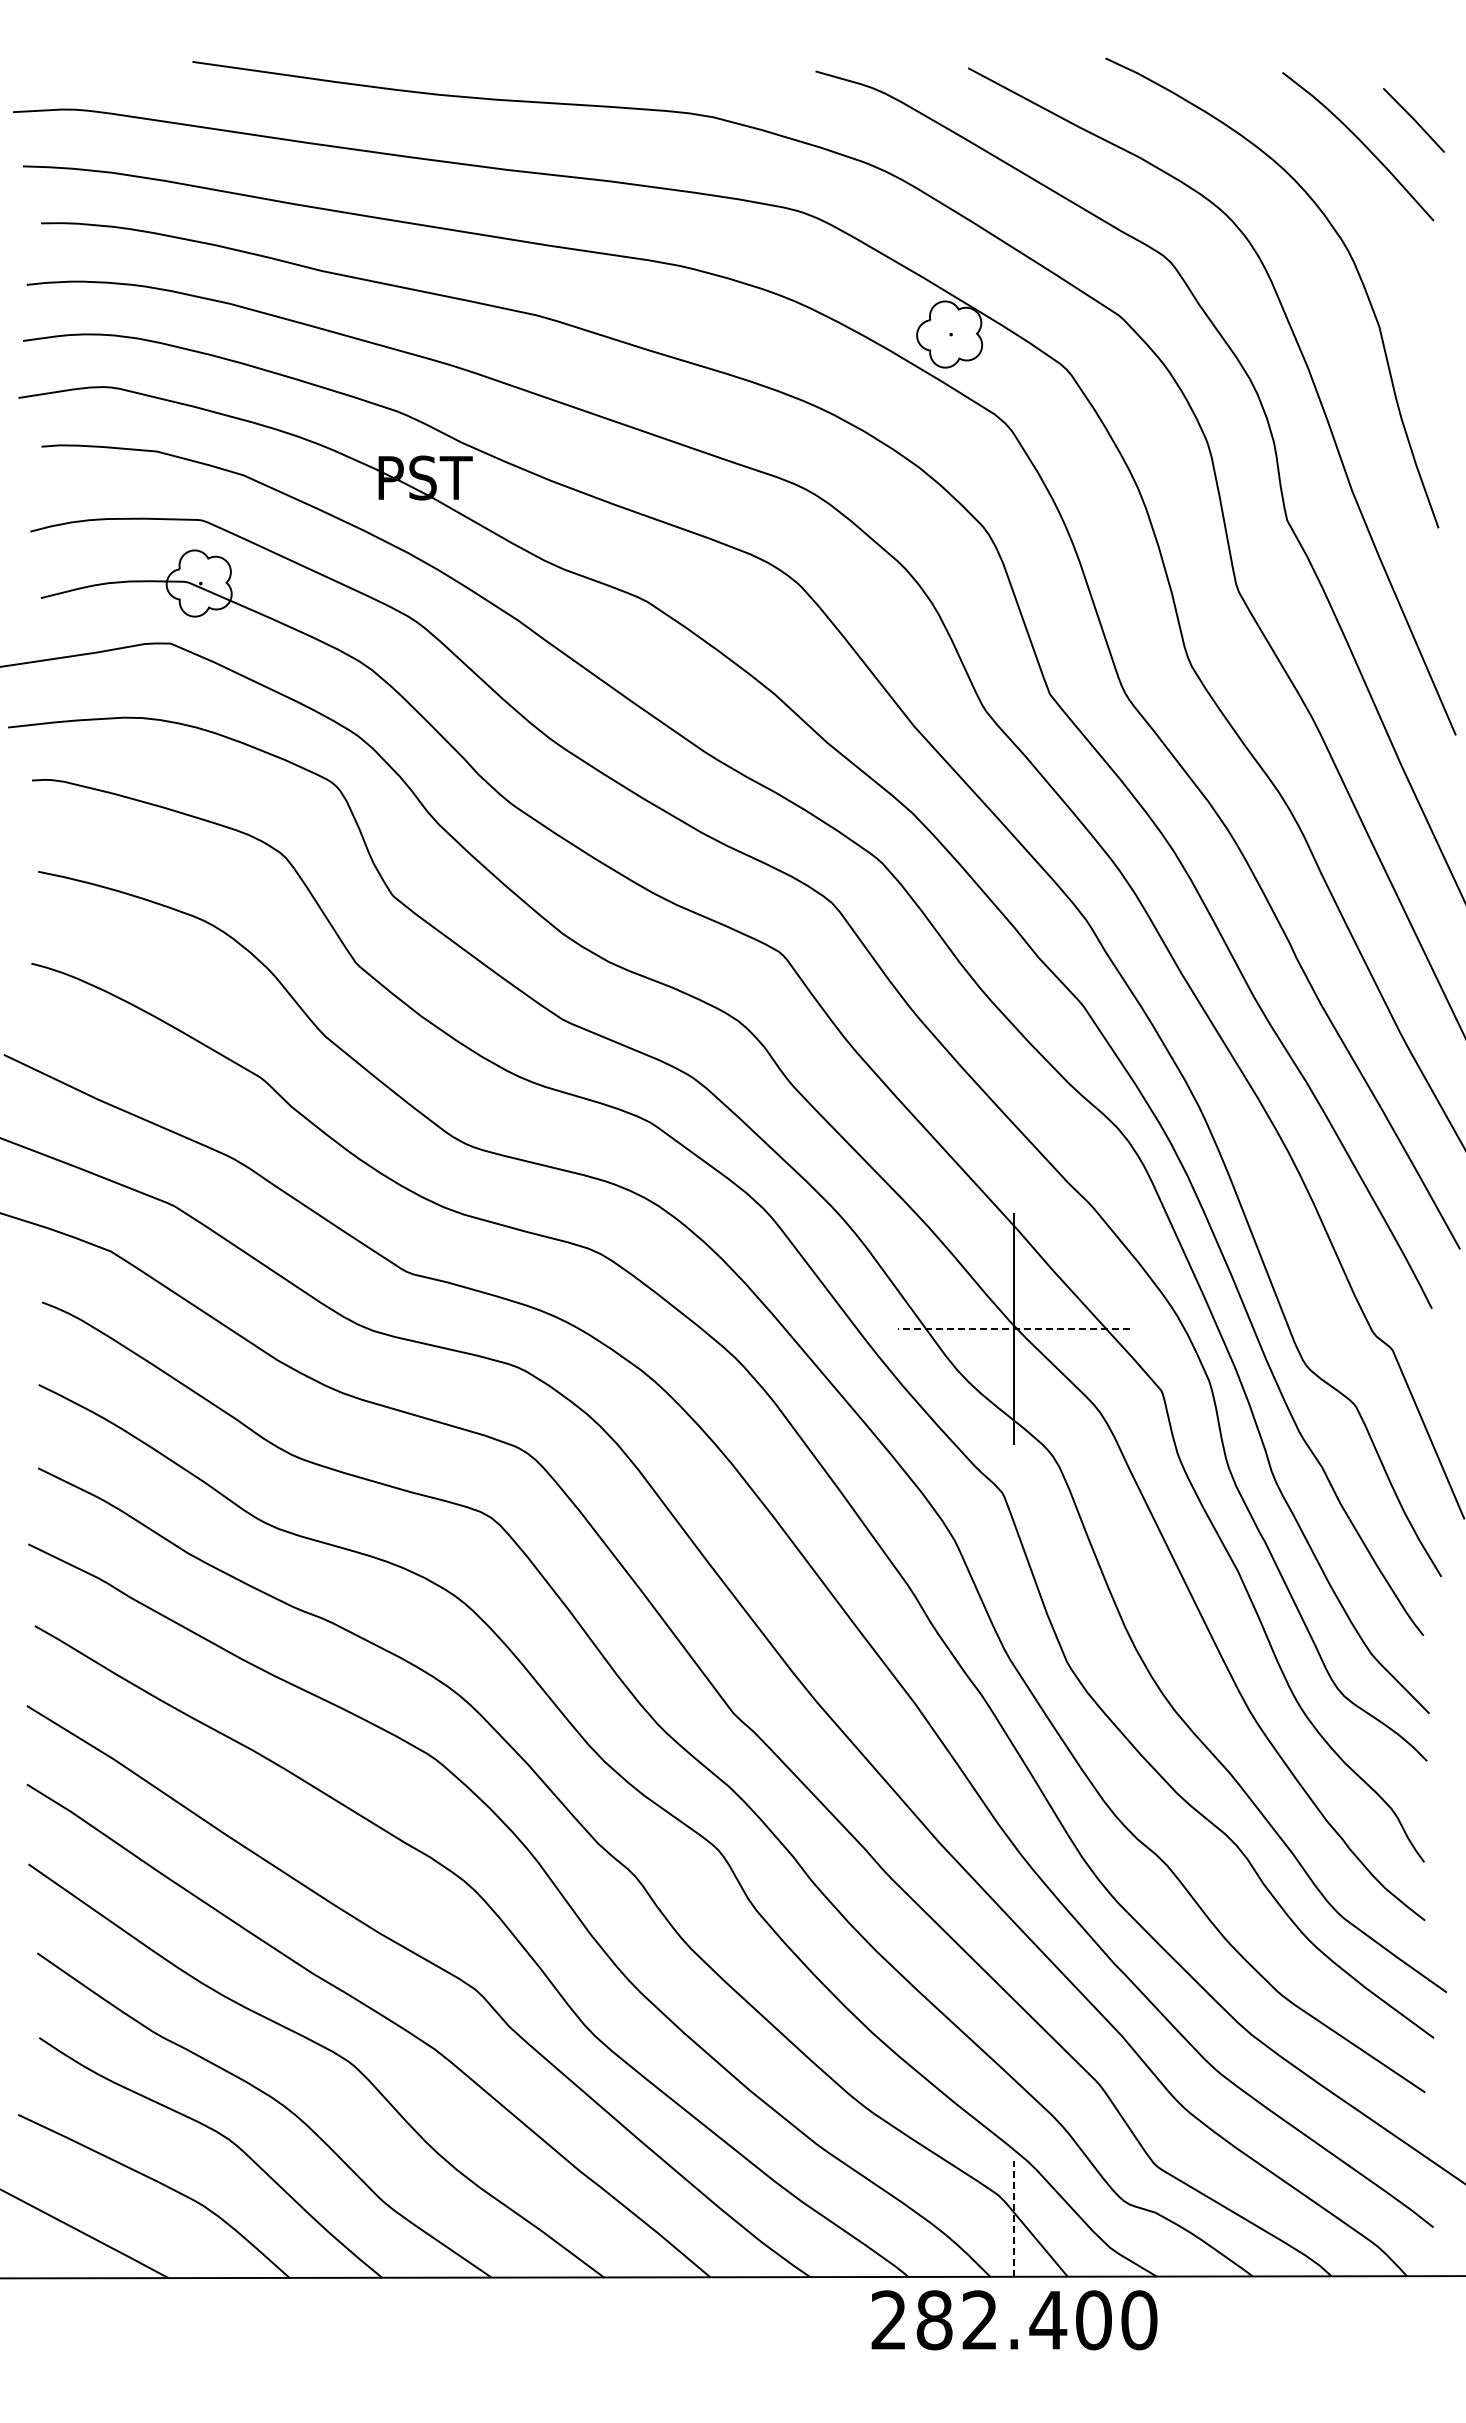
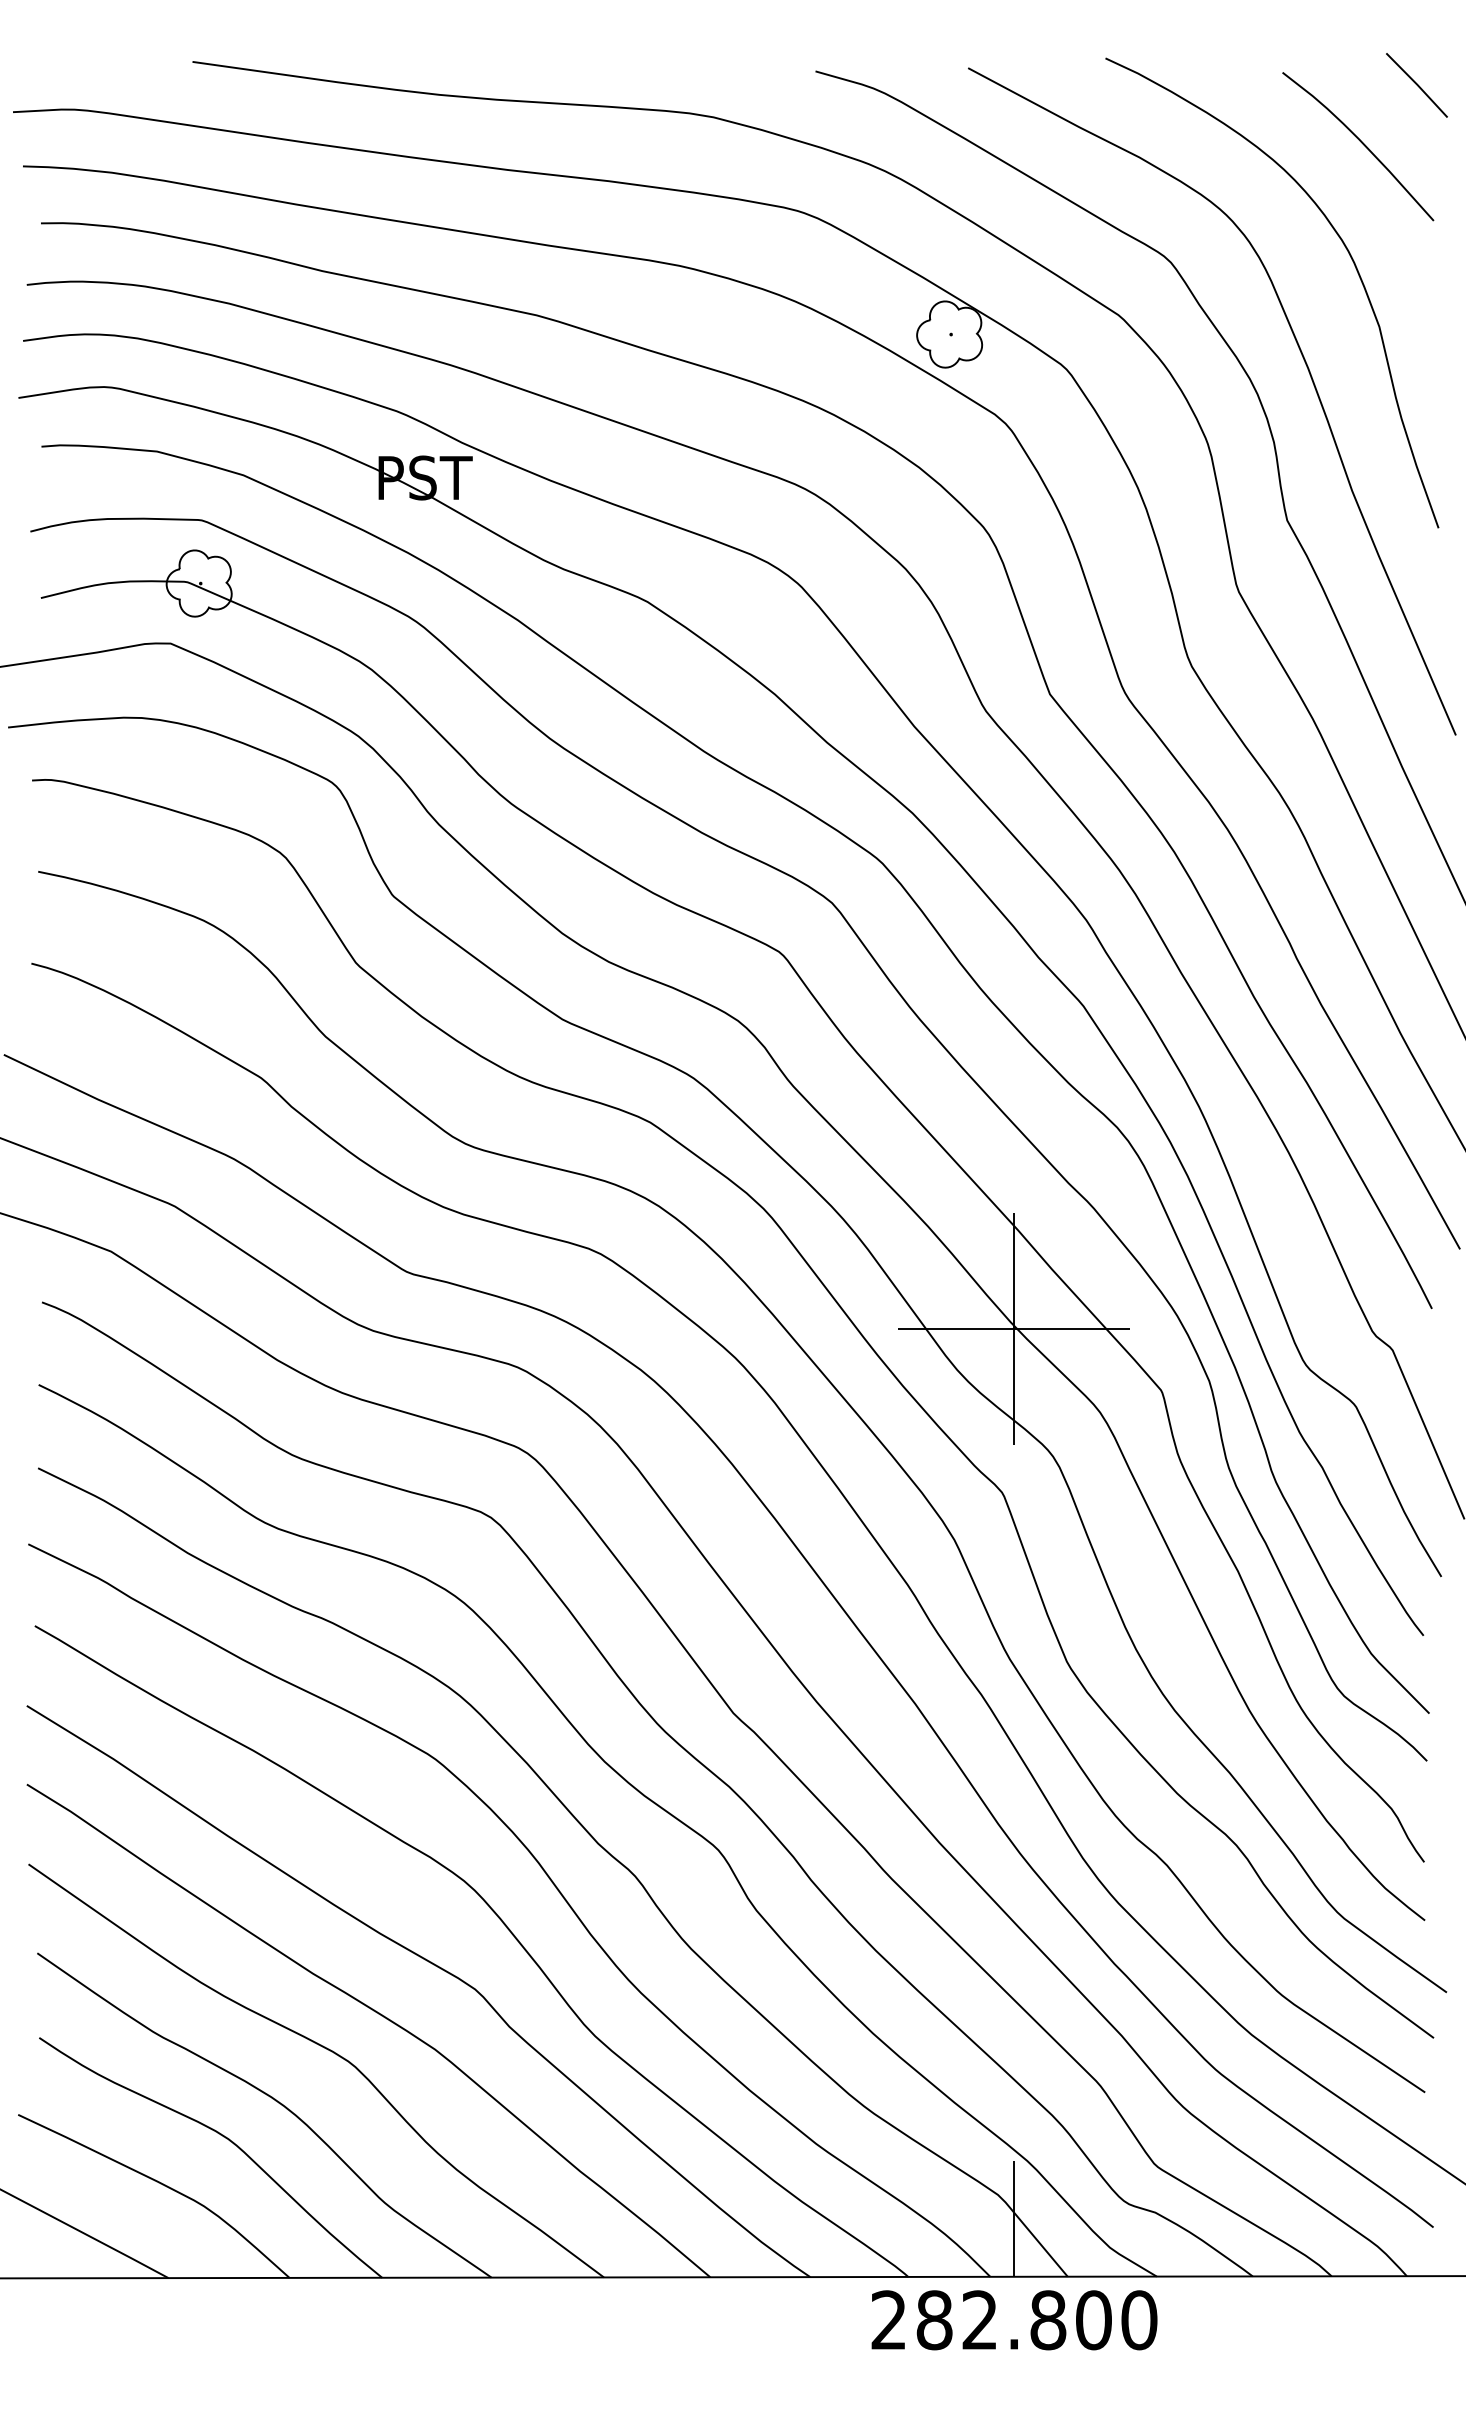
line at (1413, 120) position: (1413, 120) -> (1416, 85)
line at (1014, 1328): dashed -> solid
line at (1014, 2218): dashed -> solid
text at (1048, 2320): 282.400 -> 282.800
